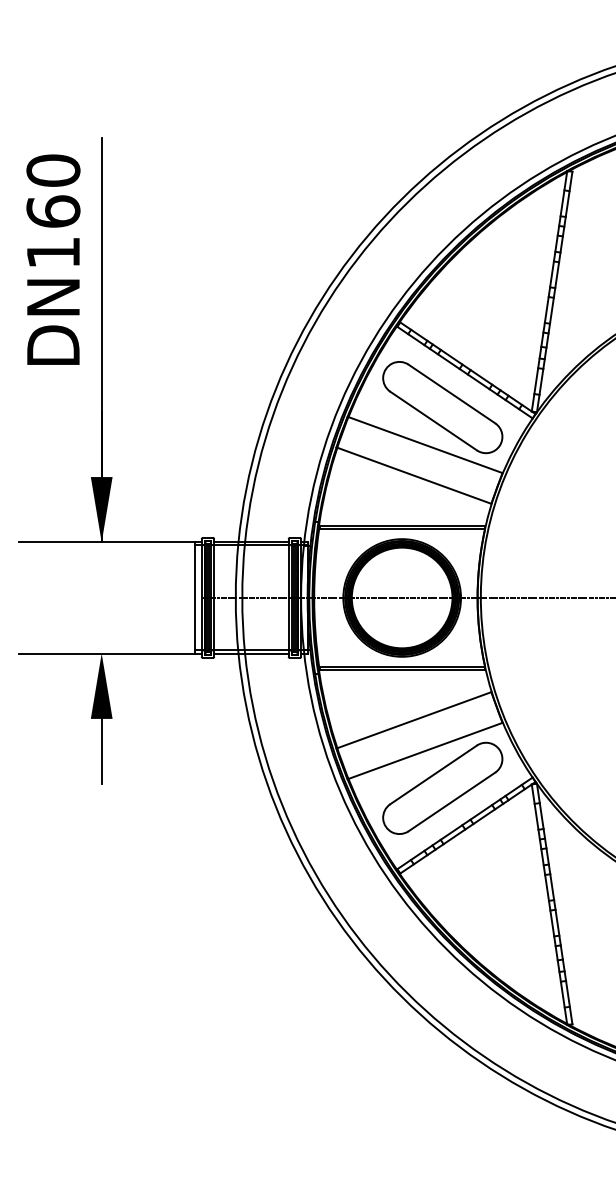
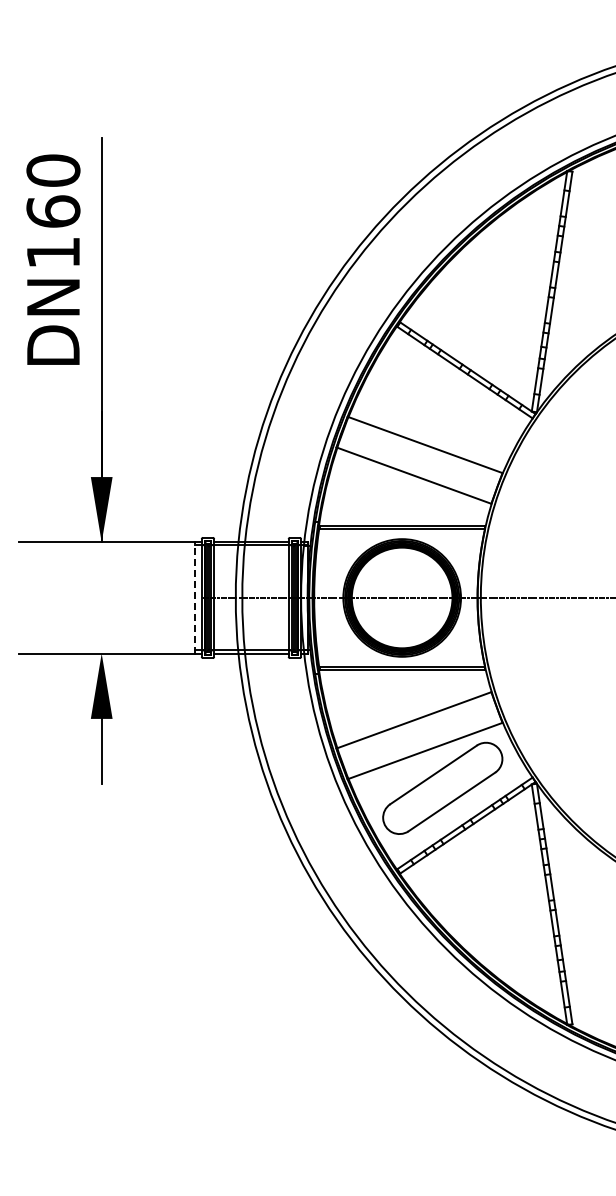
part at (442, 407): present -> none
line at (195, 597): solid -> dashed
